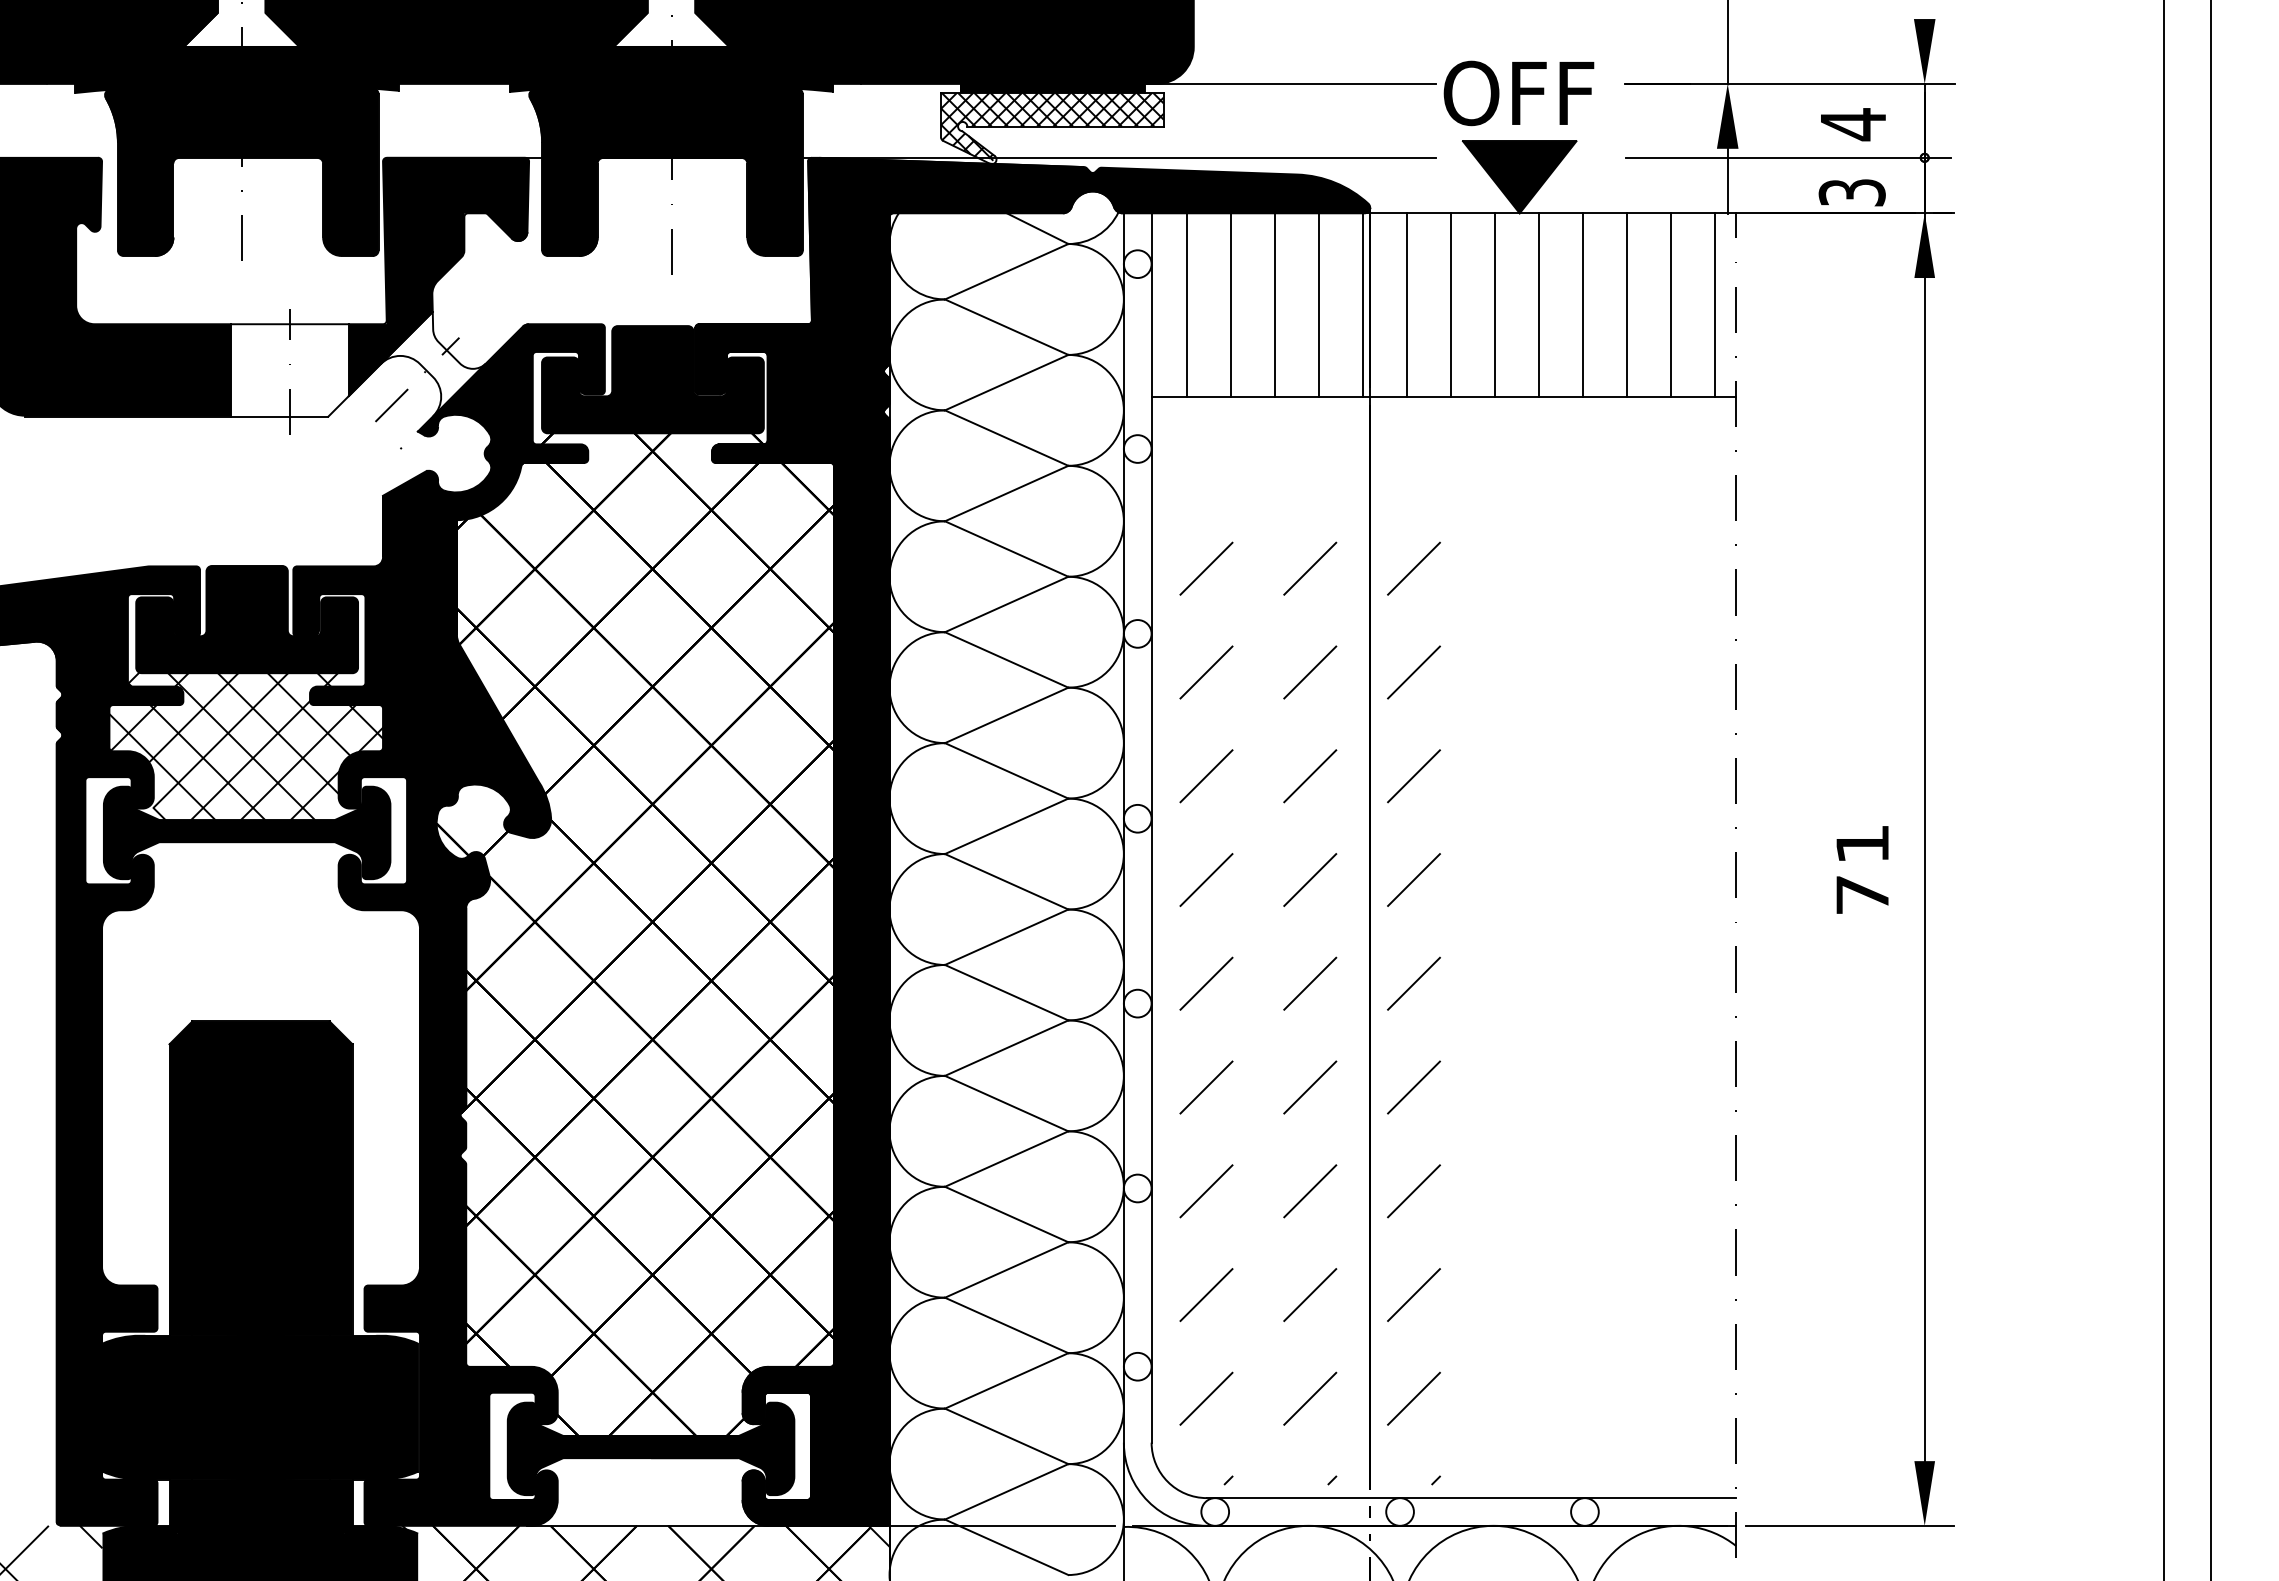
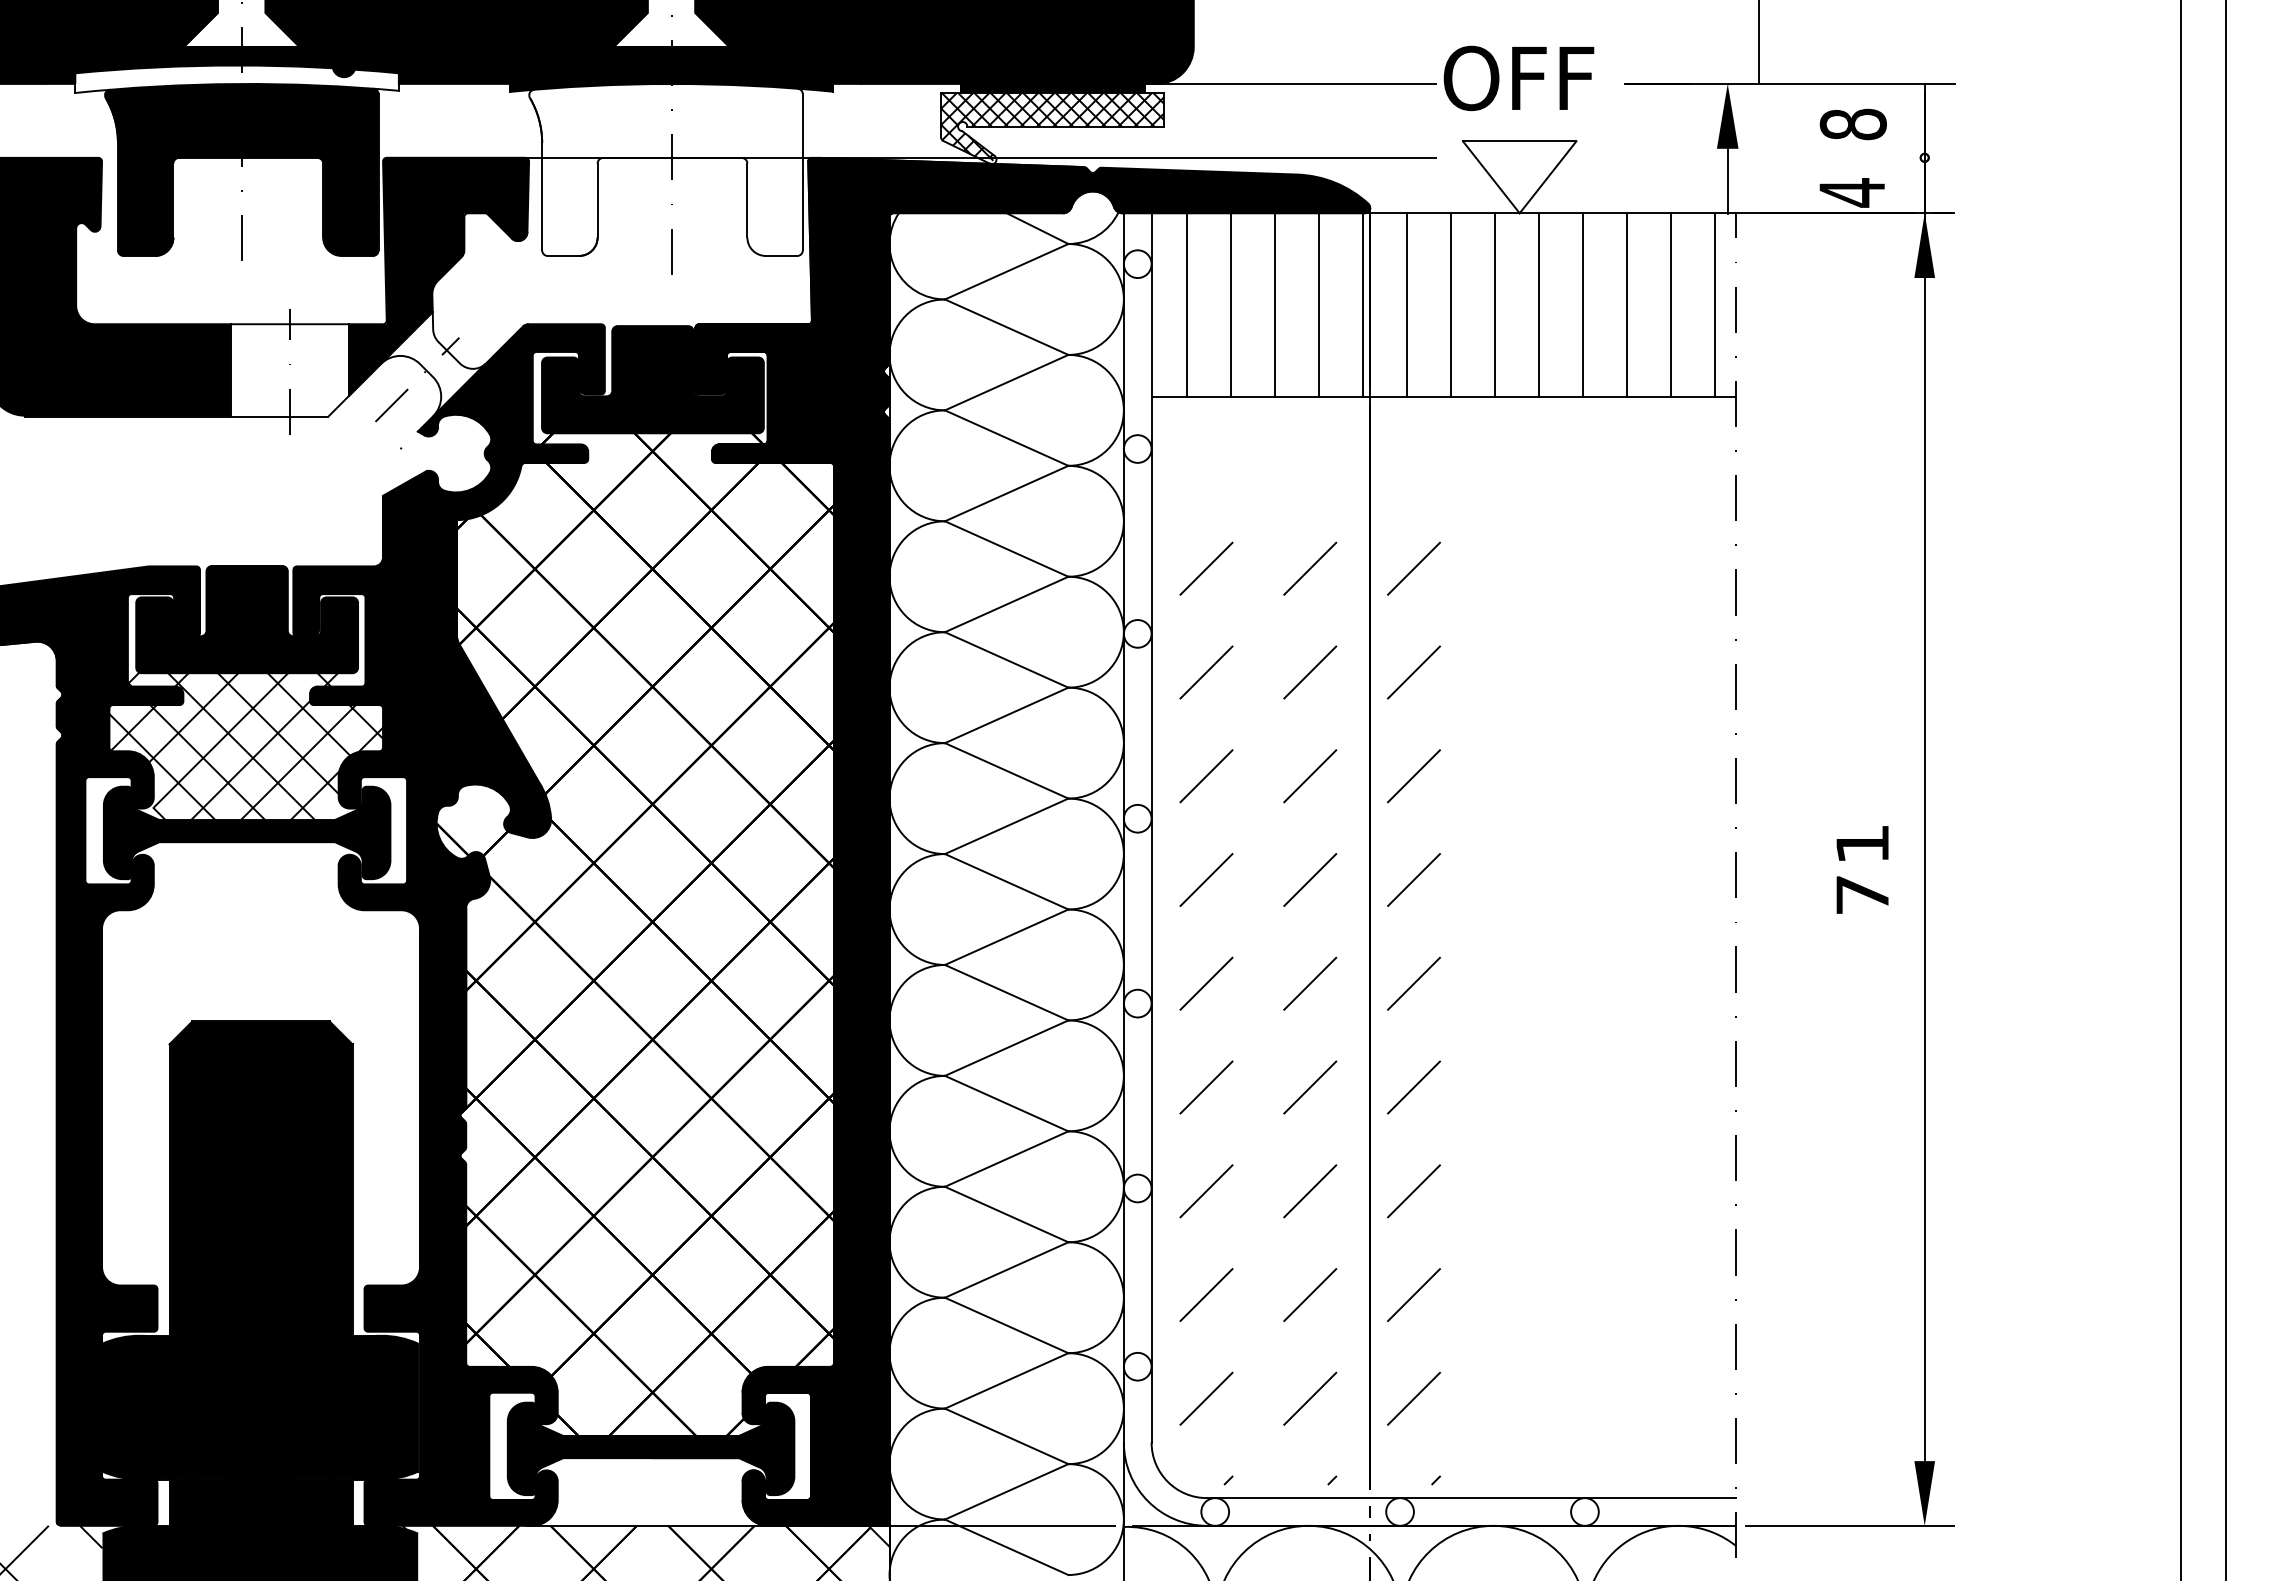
line at (1727, 42) position: (1727, 42) -> (1758, 42)
fill at (1924, 51): present -> none
fill at (236, 79): present -> none
text at (1518, 93) position: (1518, 93) -> (1518, 78)
text at (1852, 124): 4 -> 8
line at (1788, 157): present -> none
fill at (665, 169): present -> none
fill at (1519, 177): present -> none
text at (1851, 192): 3 -> 4
line at (2164, 789) position: (2164, 789) -> (2181, 789)
line at (2210, 789) position: (2210, 789) -> (2225, 789)
